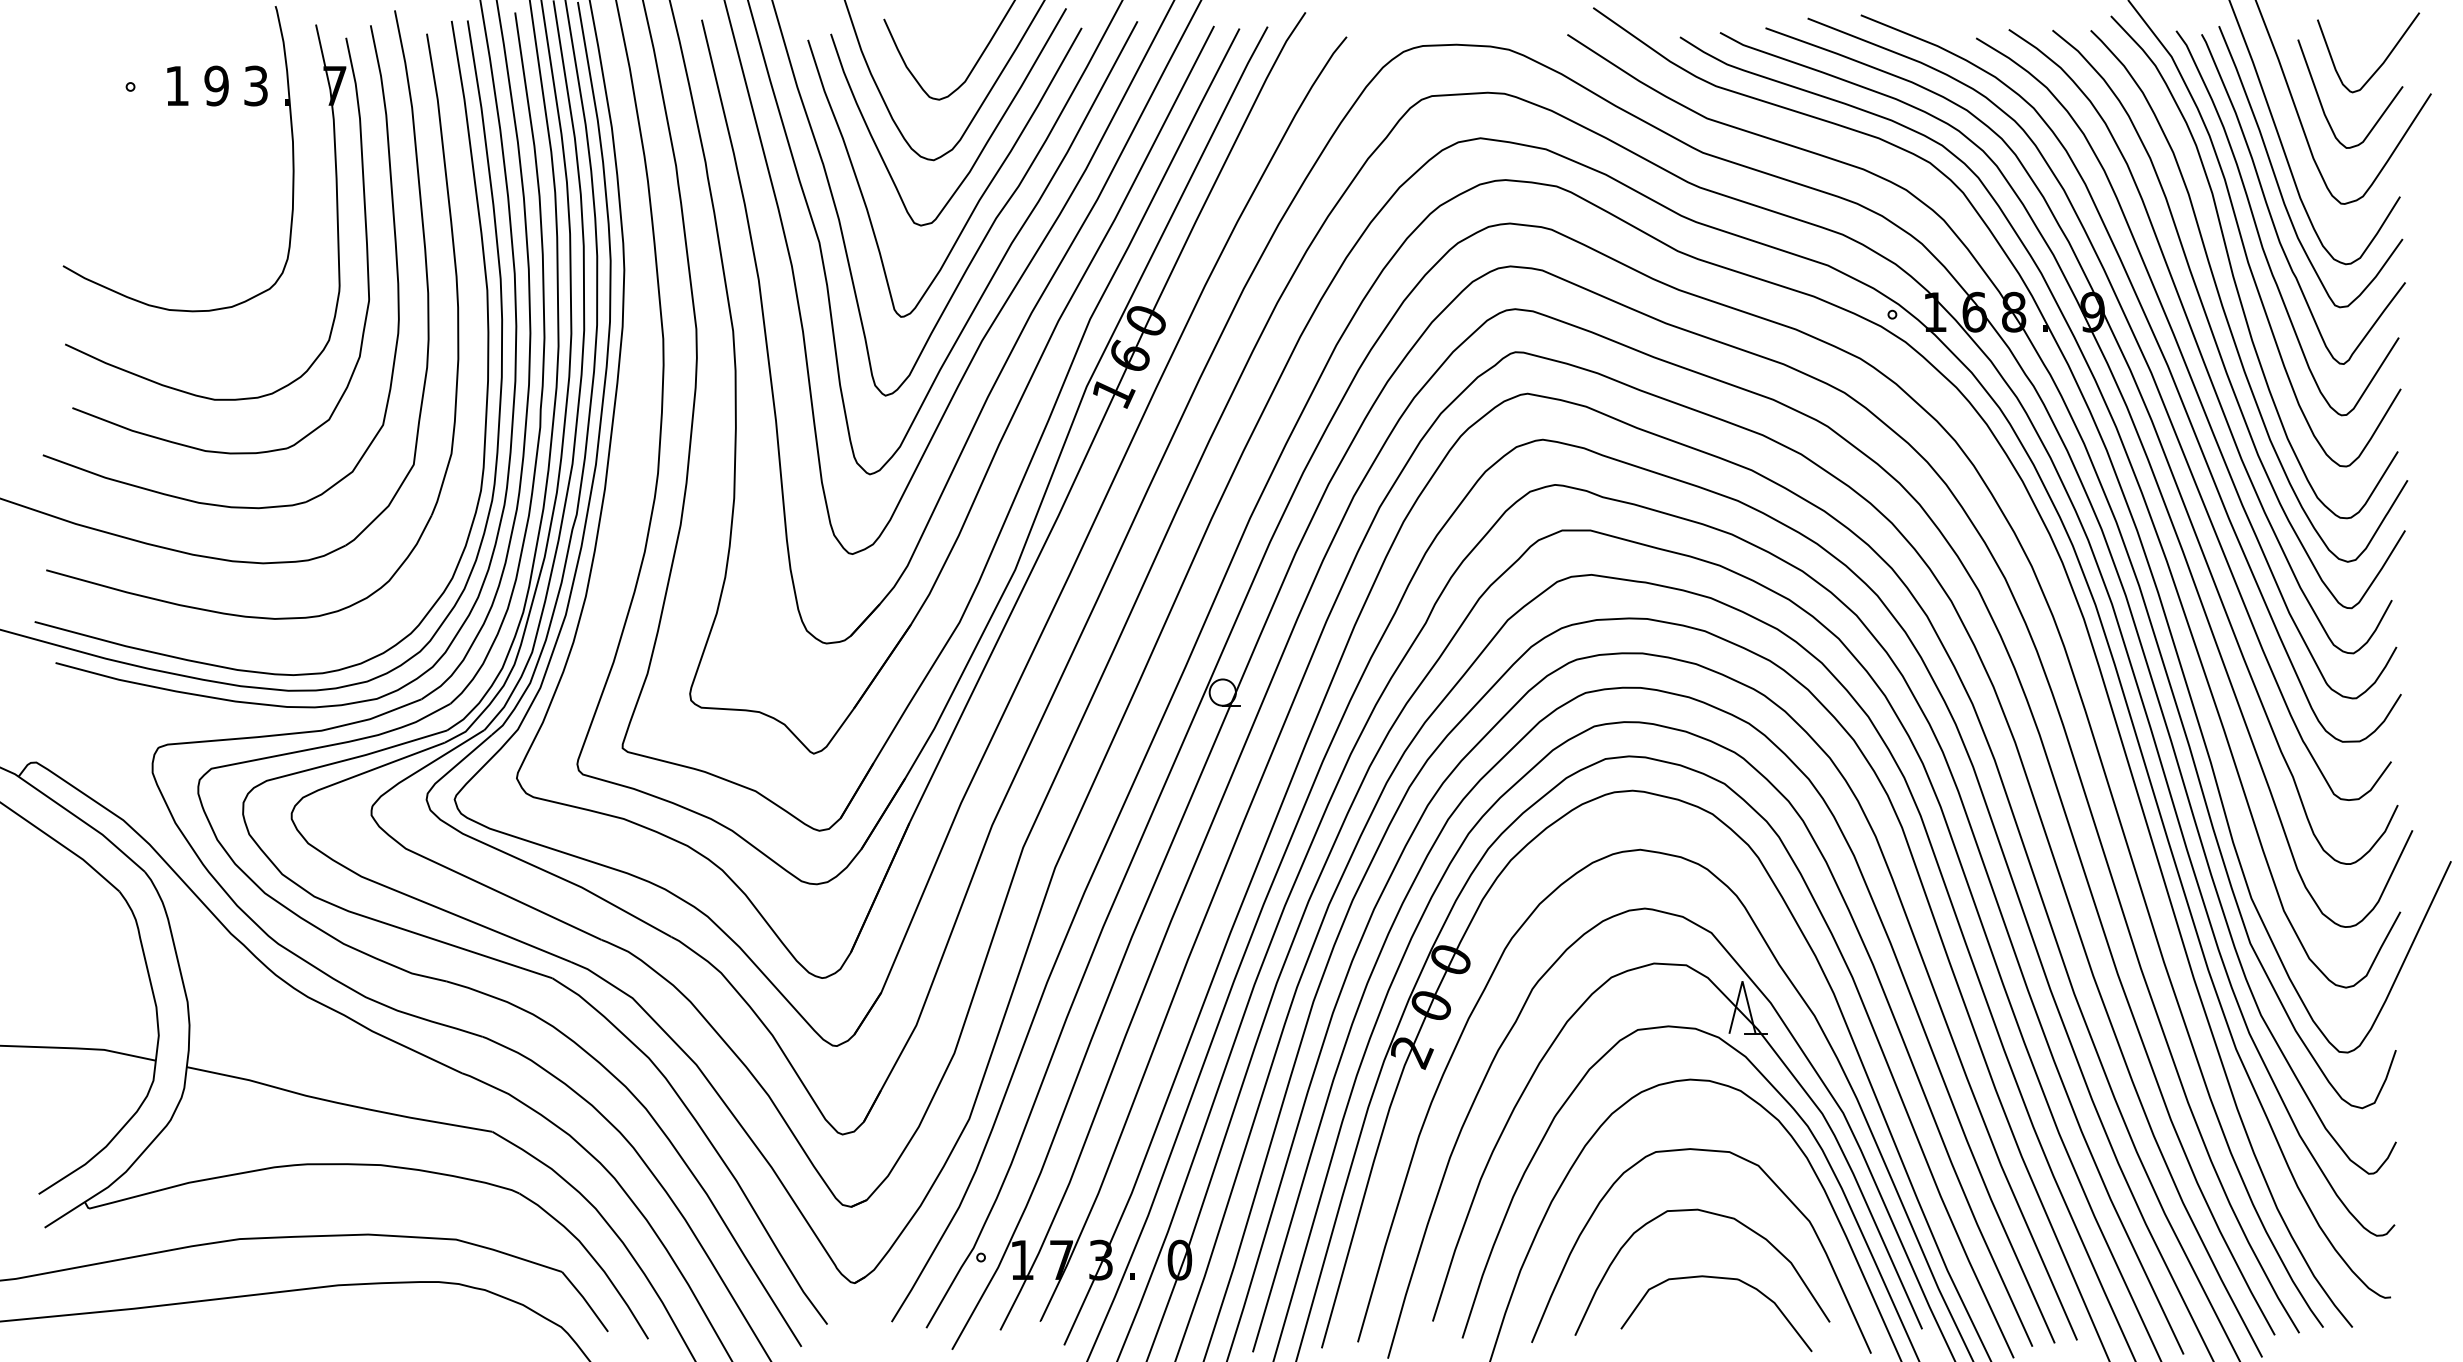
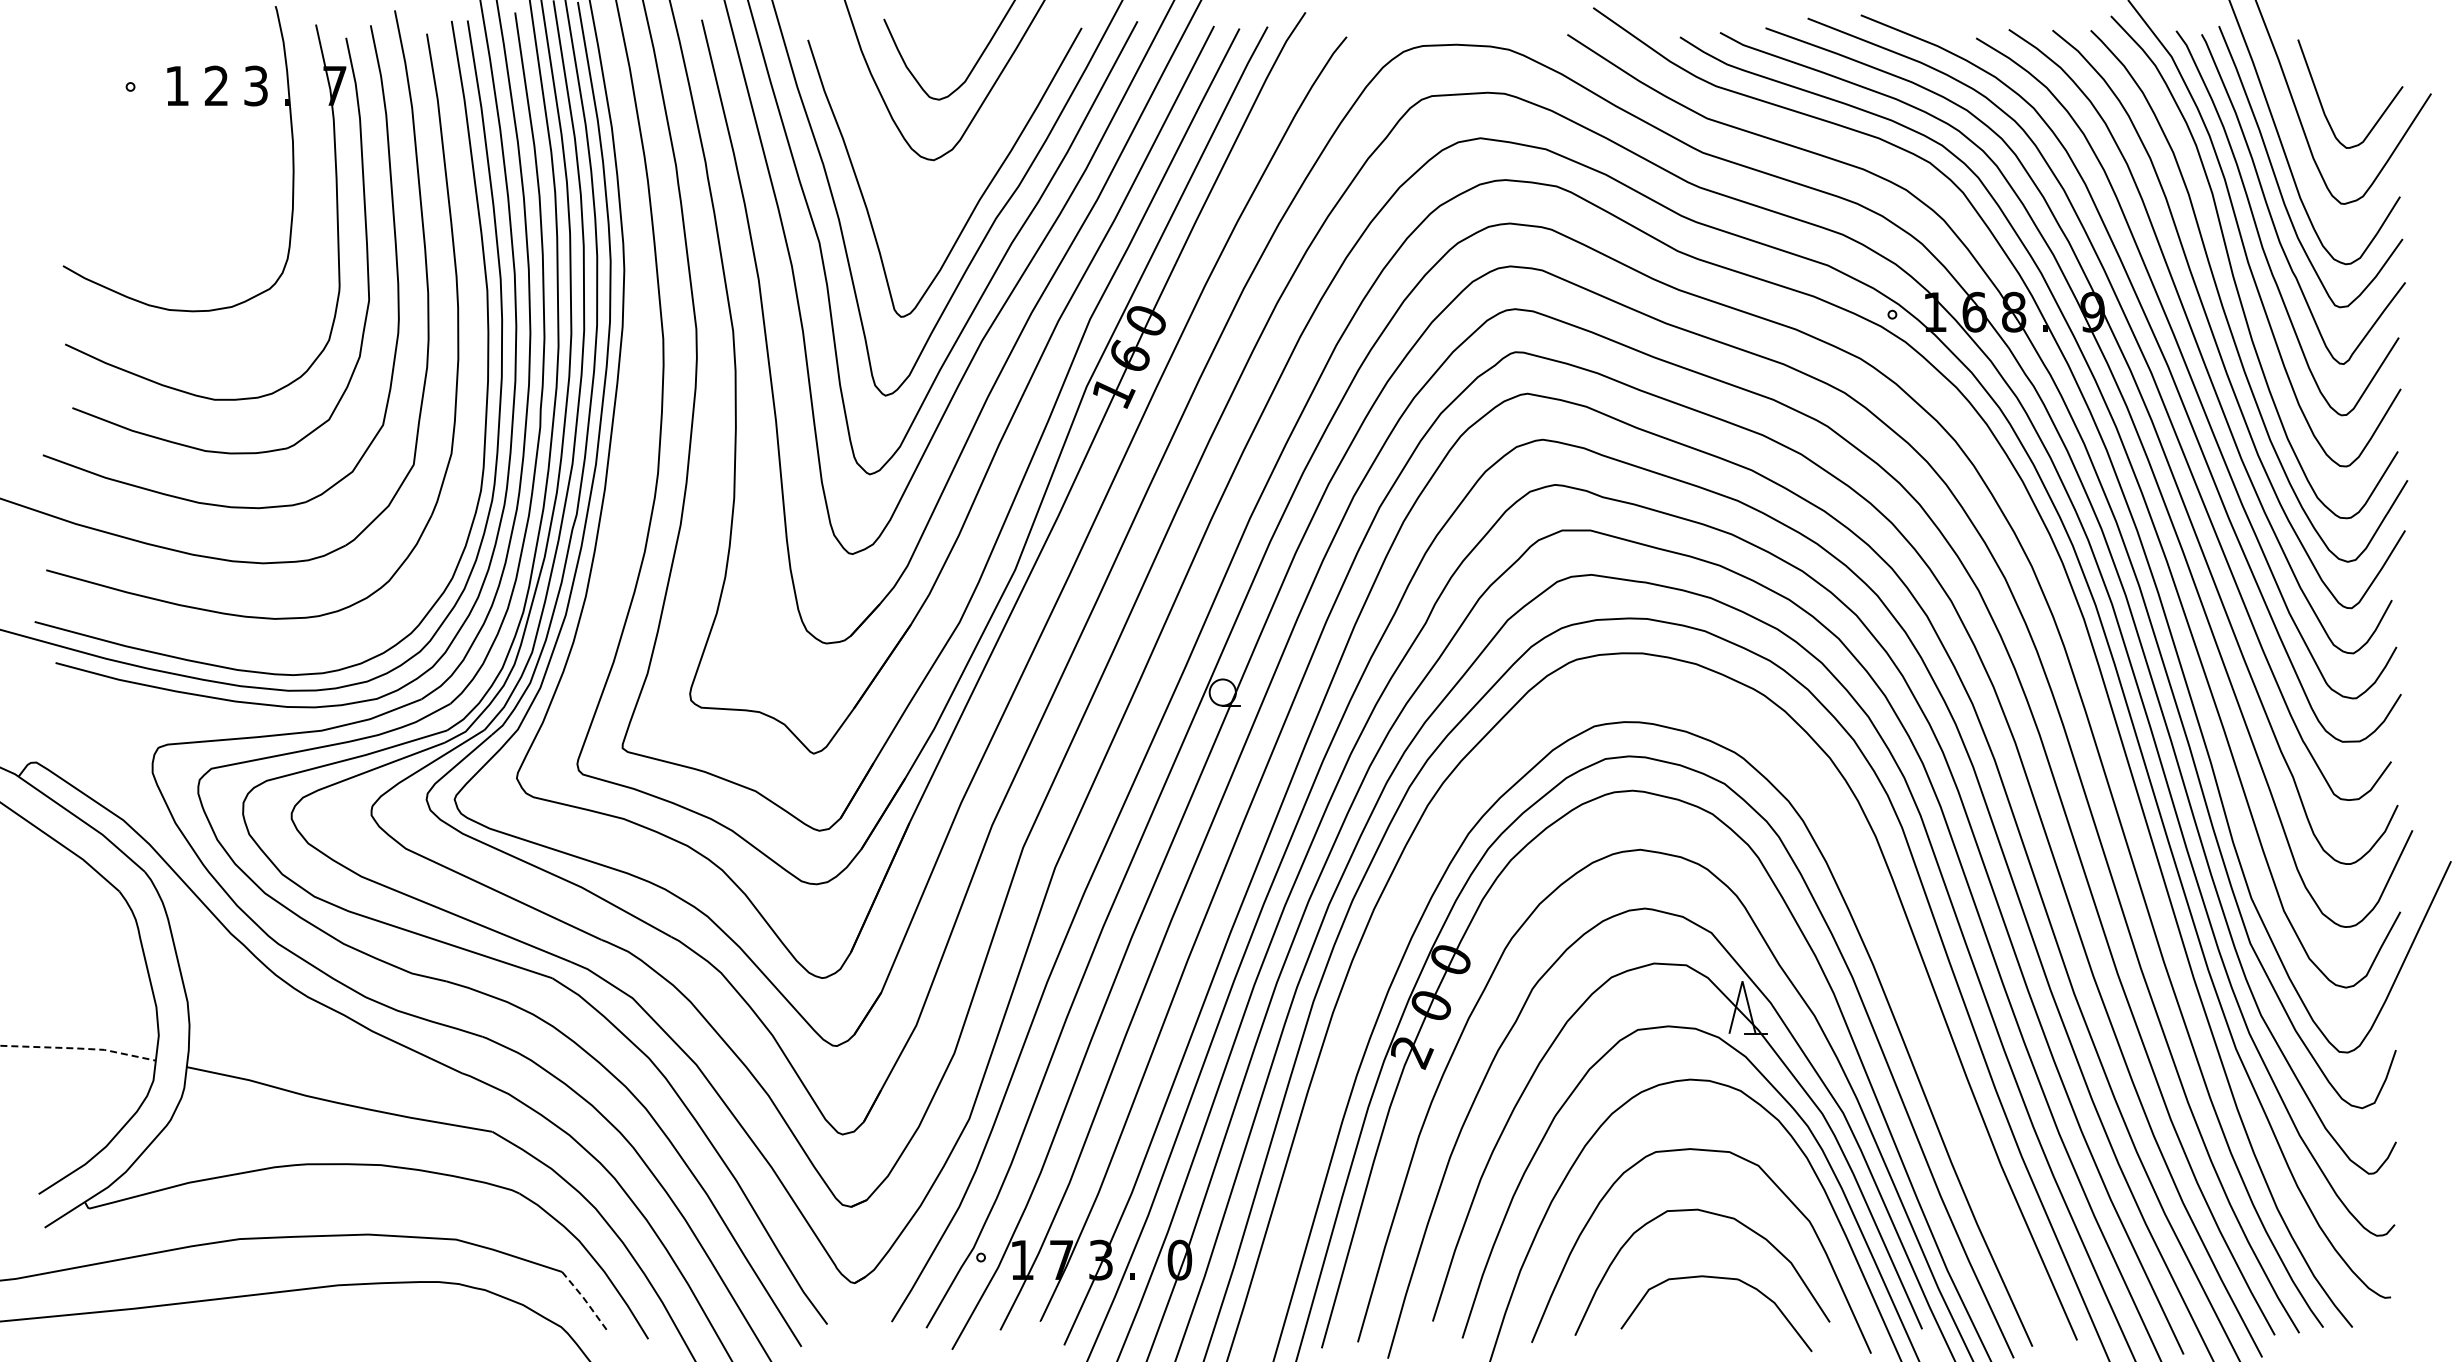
curve at (2380, 64): present -> none
text at (216, 85): 9 -> 2
curve at (987, 139): present -> none
curve at (1880, 922): present -> none
line at (79, 1048): solid -> dashed
line at (585, 1301): solid -> dashed
